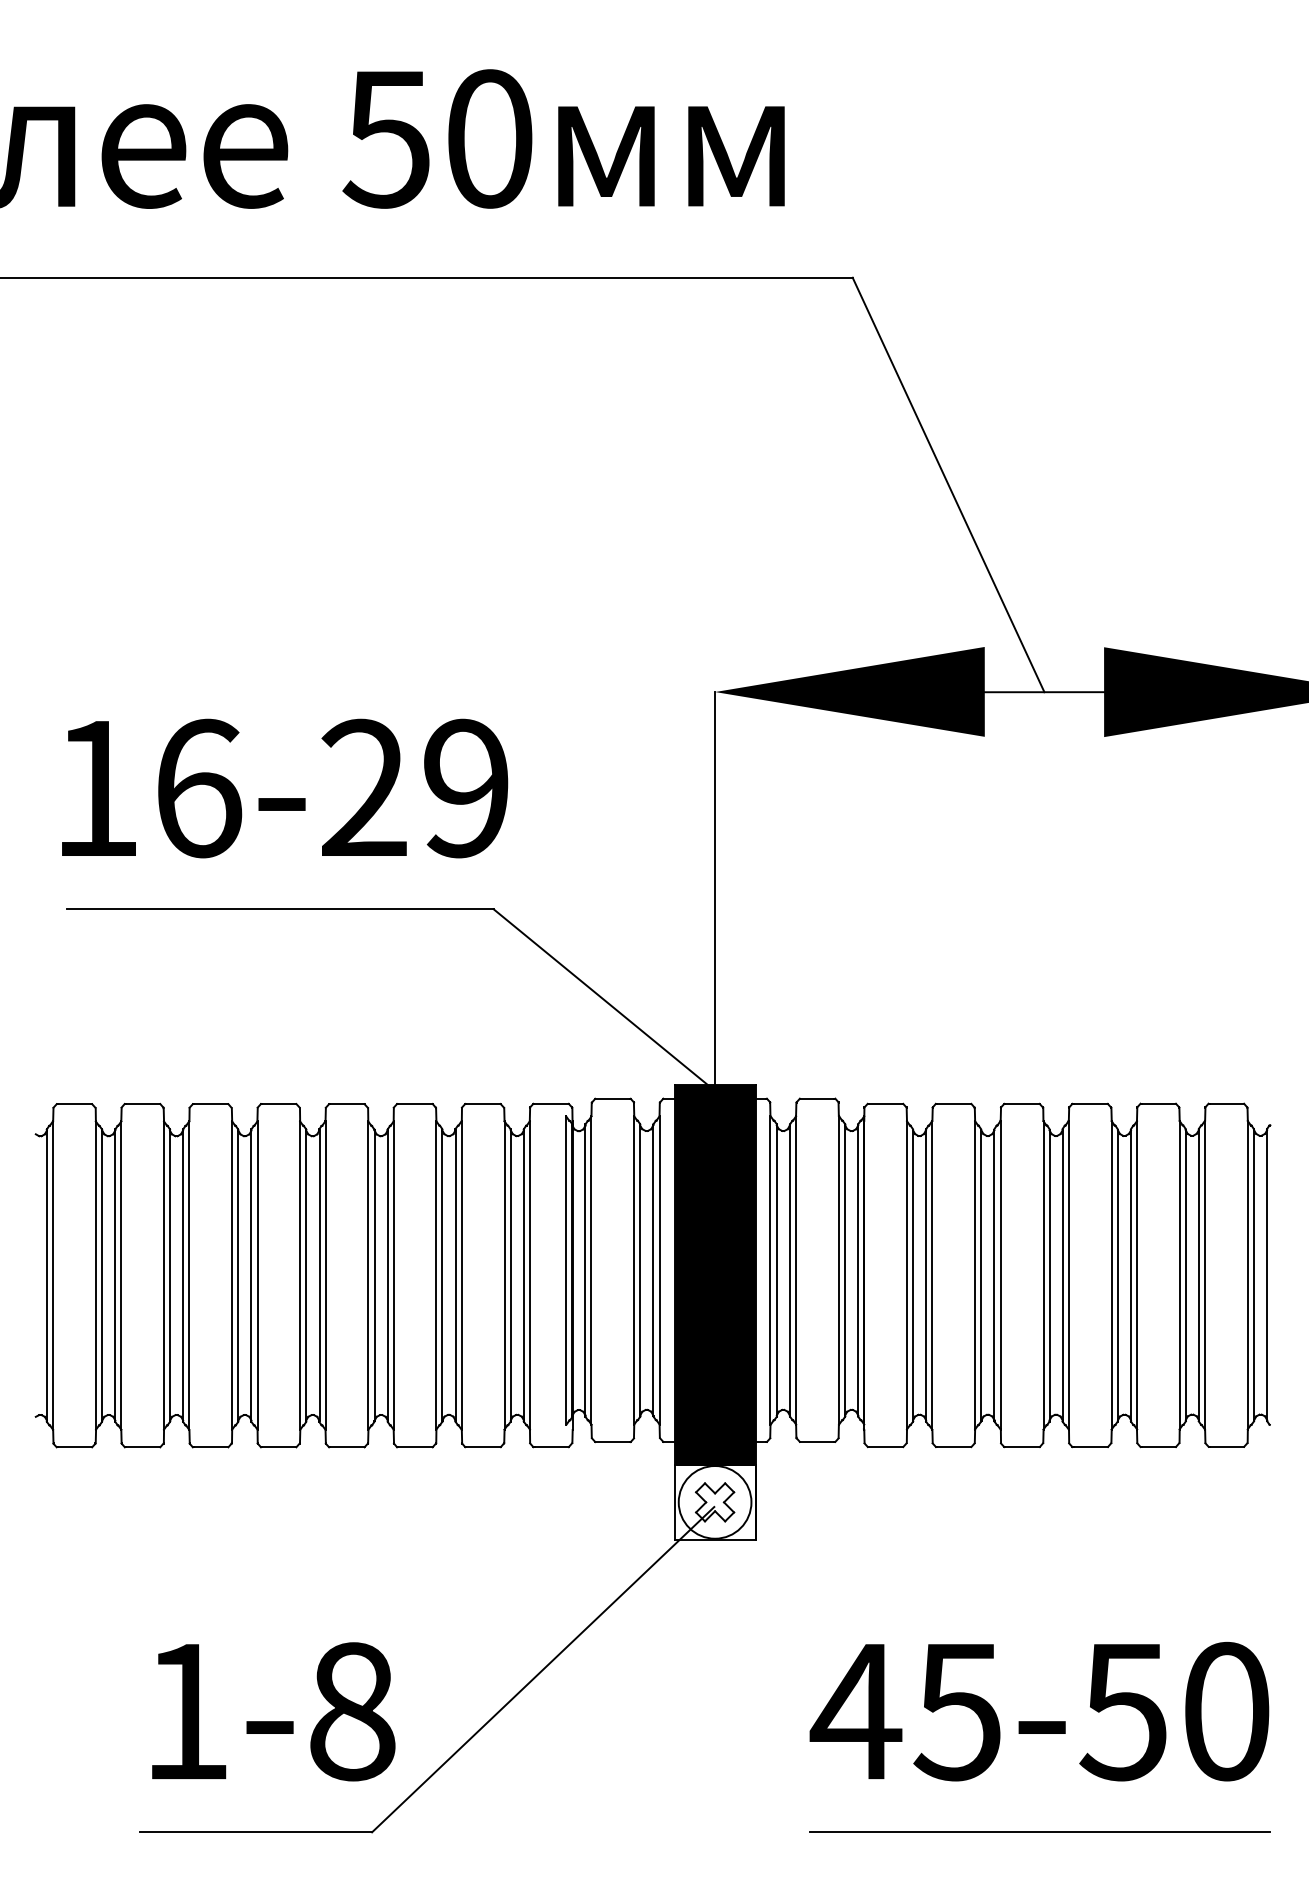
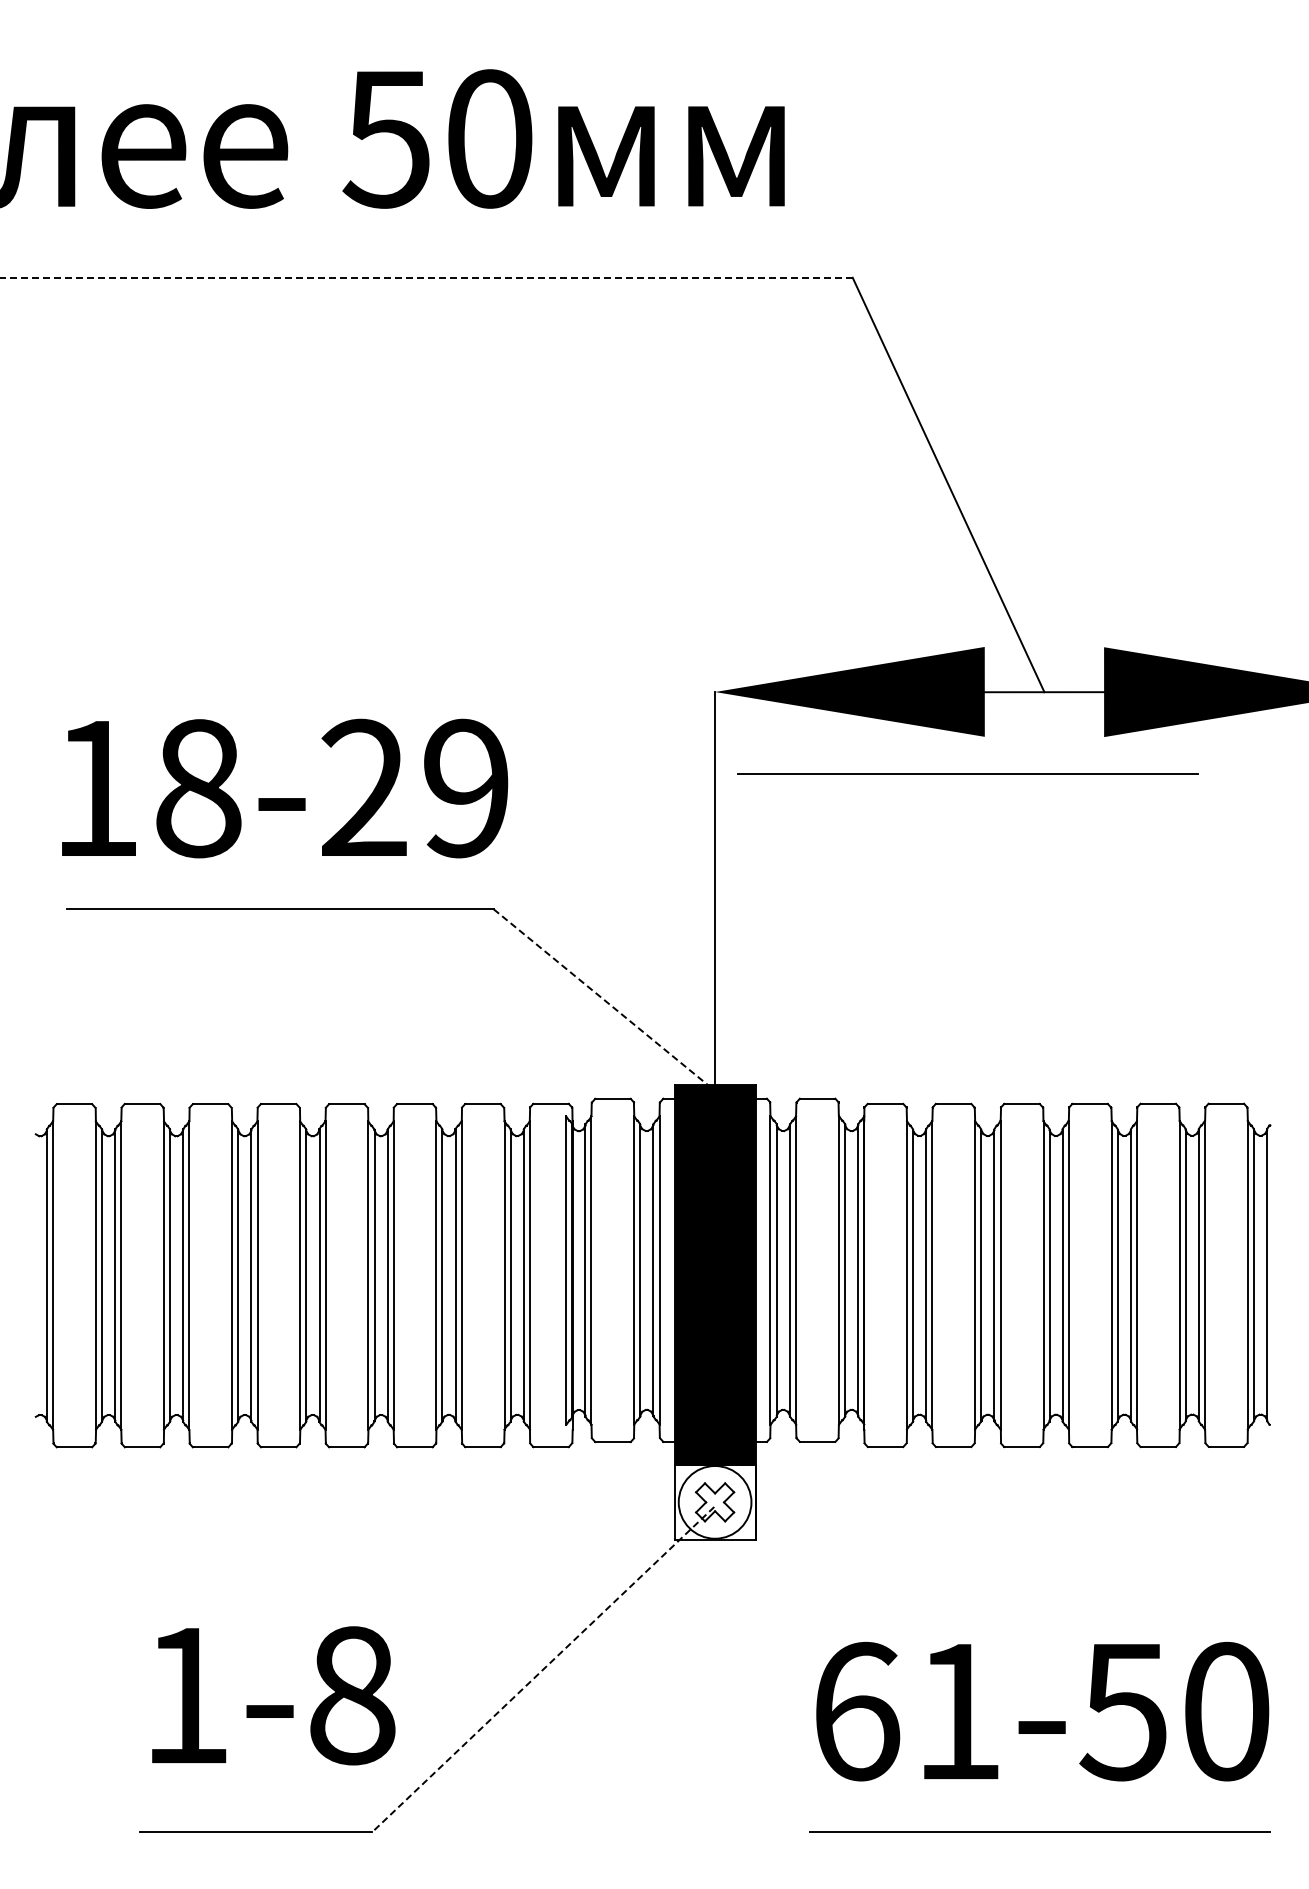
line at (426, 277): solid -> dashed
line at (967, 773): none -> present
text at (199, 788): 16-29 -> 18-29
line at (604, 999): solid -> dashed
line at (542, 1670): solid -> dashed
text at (273, 1711) position: (273, 1711) -> (273, 1695)
text at (904, 1711): 45-50 -> 61-50
